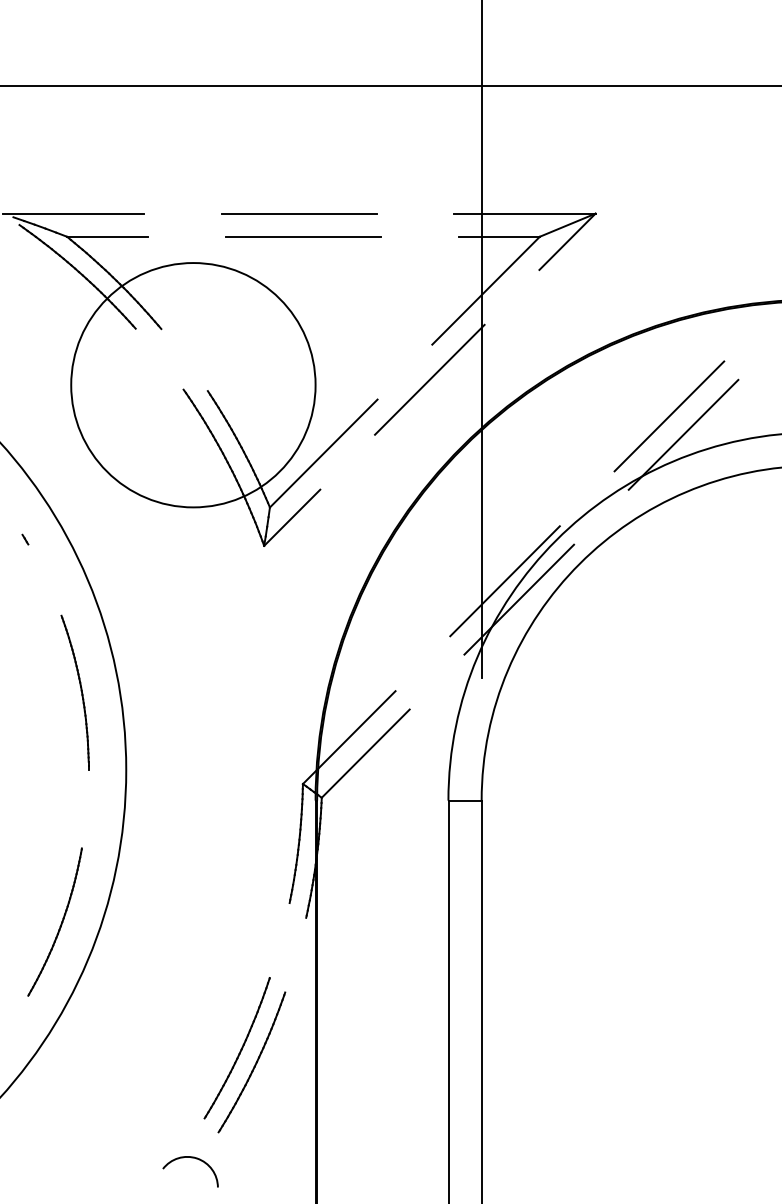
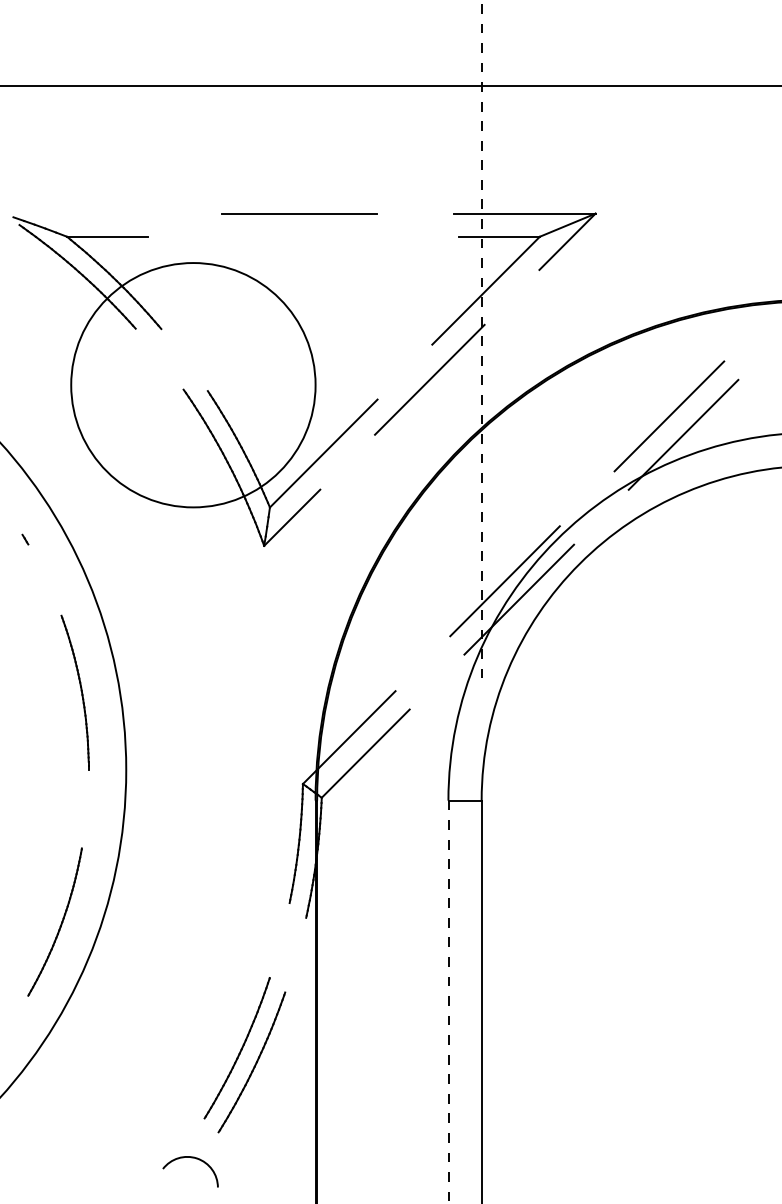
line at (72, 213): present -> none
line at (303, 236): present -> none
line at (481, 339): solid -> dashed
line at (448, 1002): solid -> dashed
